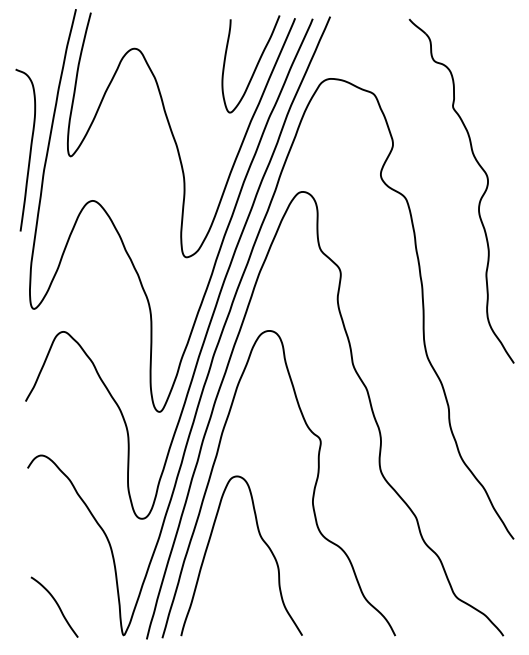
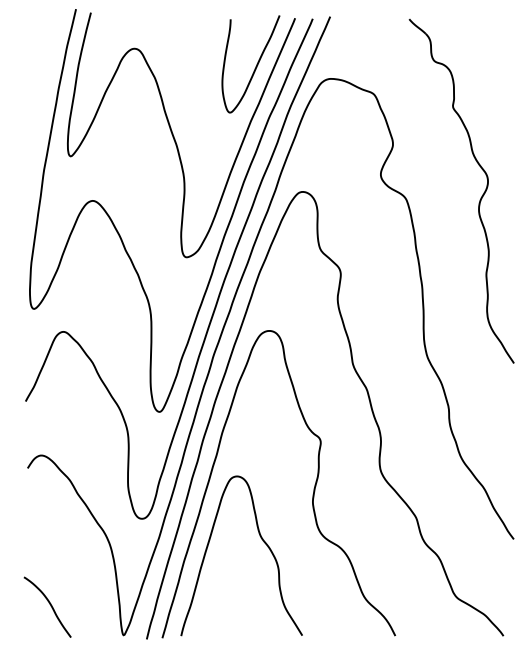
curve at (29, 150): present -> none
curve at (56, 604) position: (56, 604) -> (49, 604)
